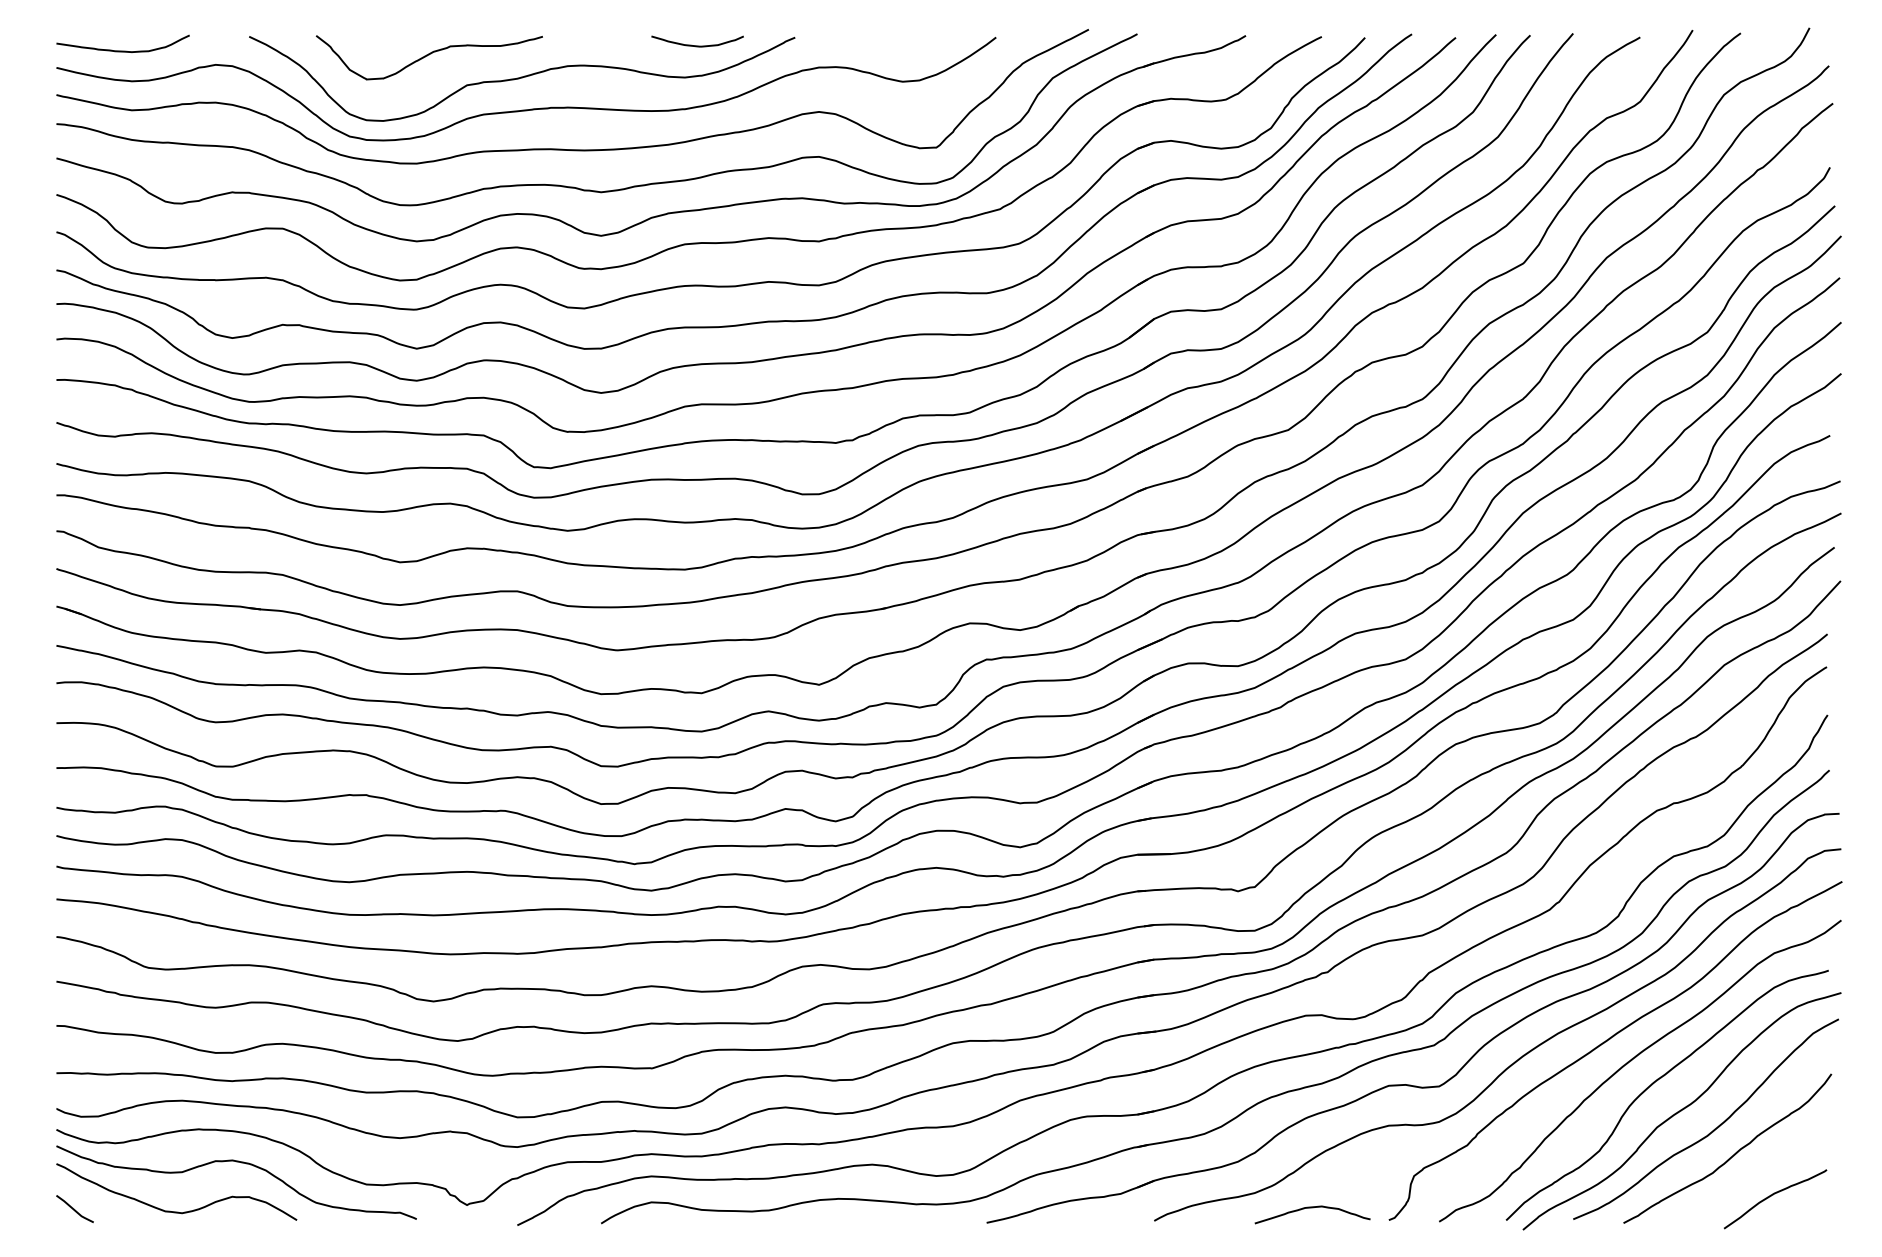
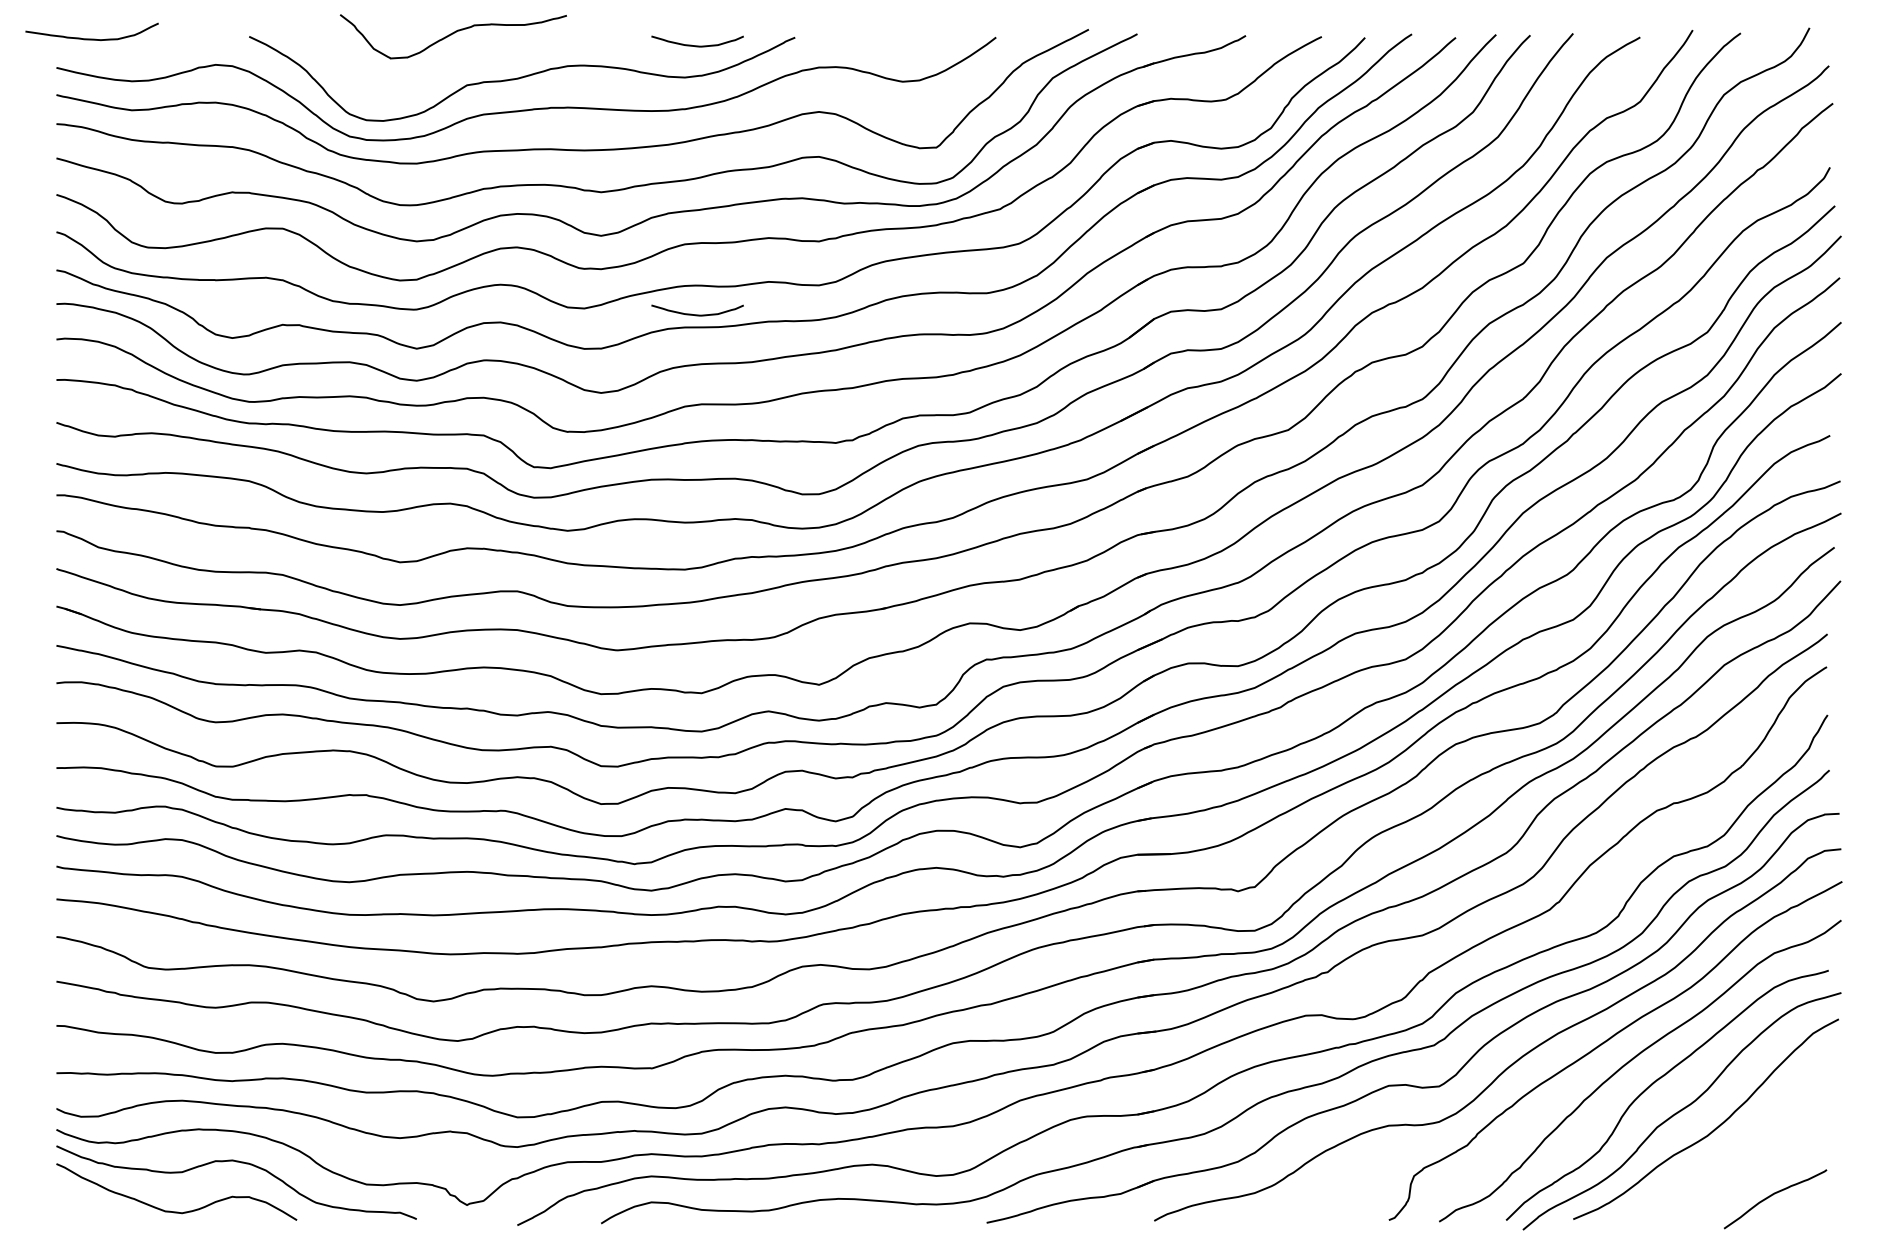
curve at (122, 50) position: (122, 50) -> (91, 38)
curve at (427, 56) position: (427, 56) -> (451, 35)
curve at (697, 314): none -> present
curve at (1733, 1154): present -> none
line at (74, 1208): present -> none
curve at (1312, 1208): present -> none
